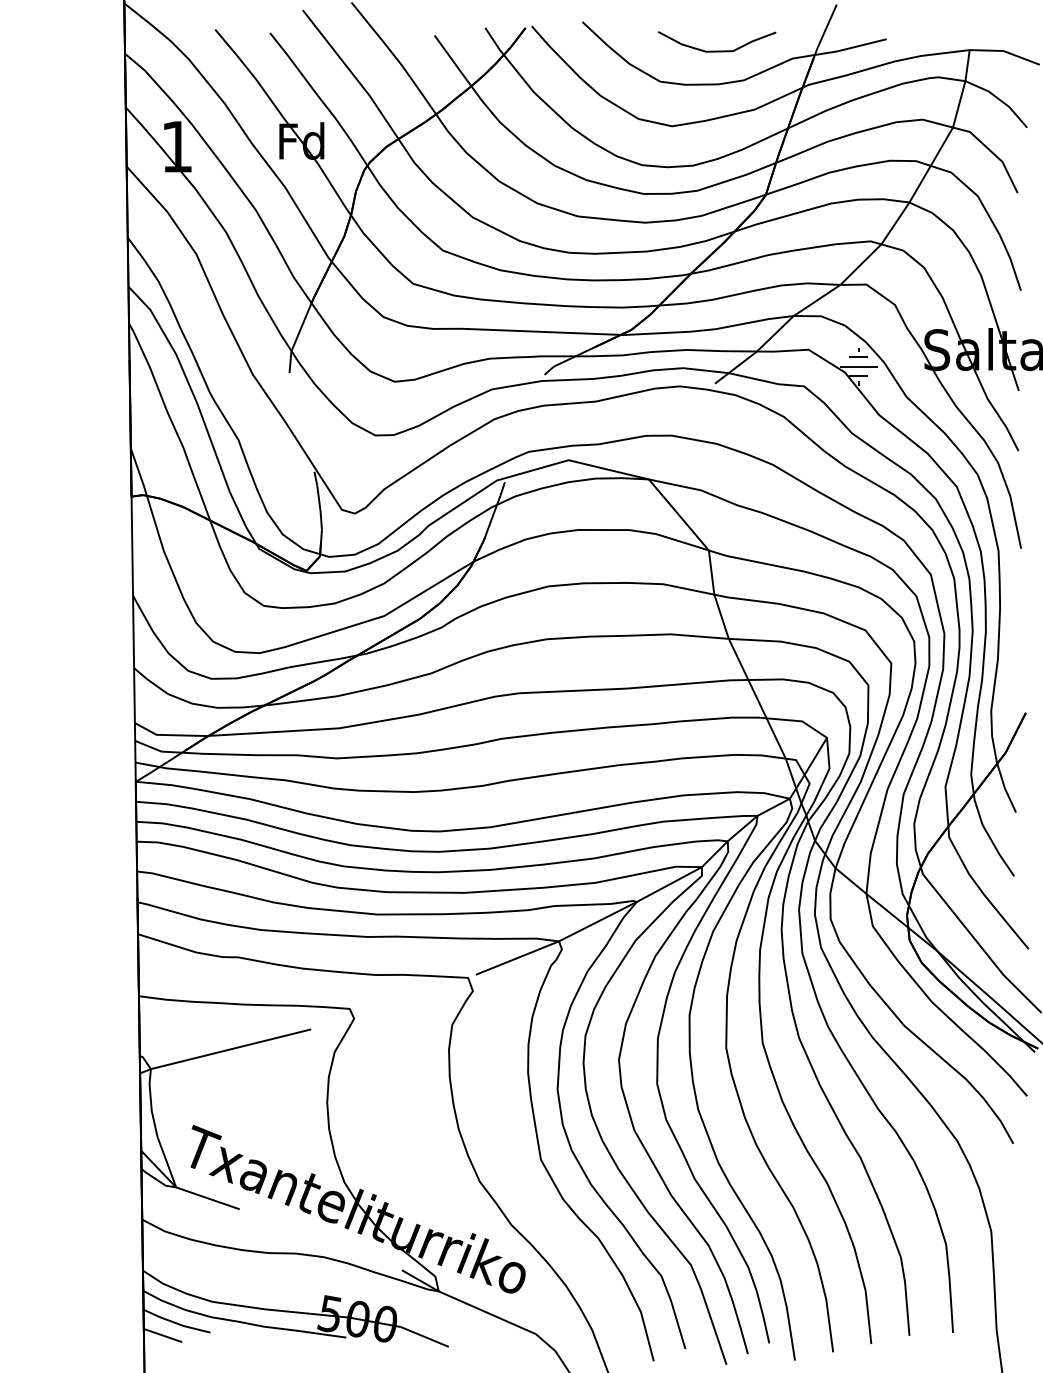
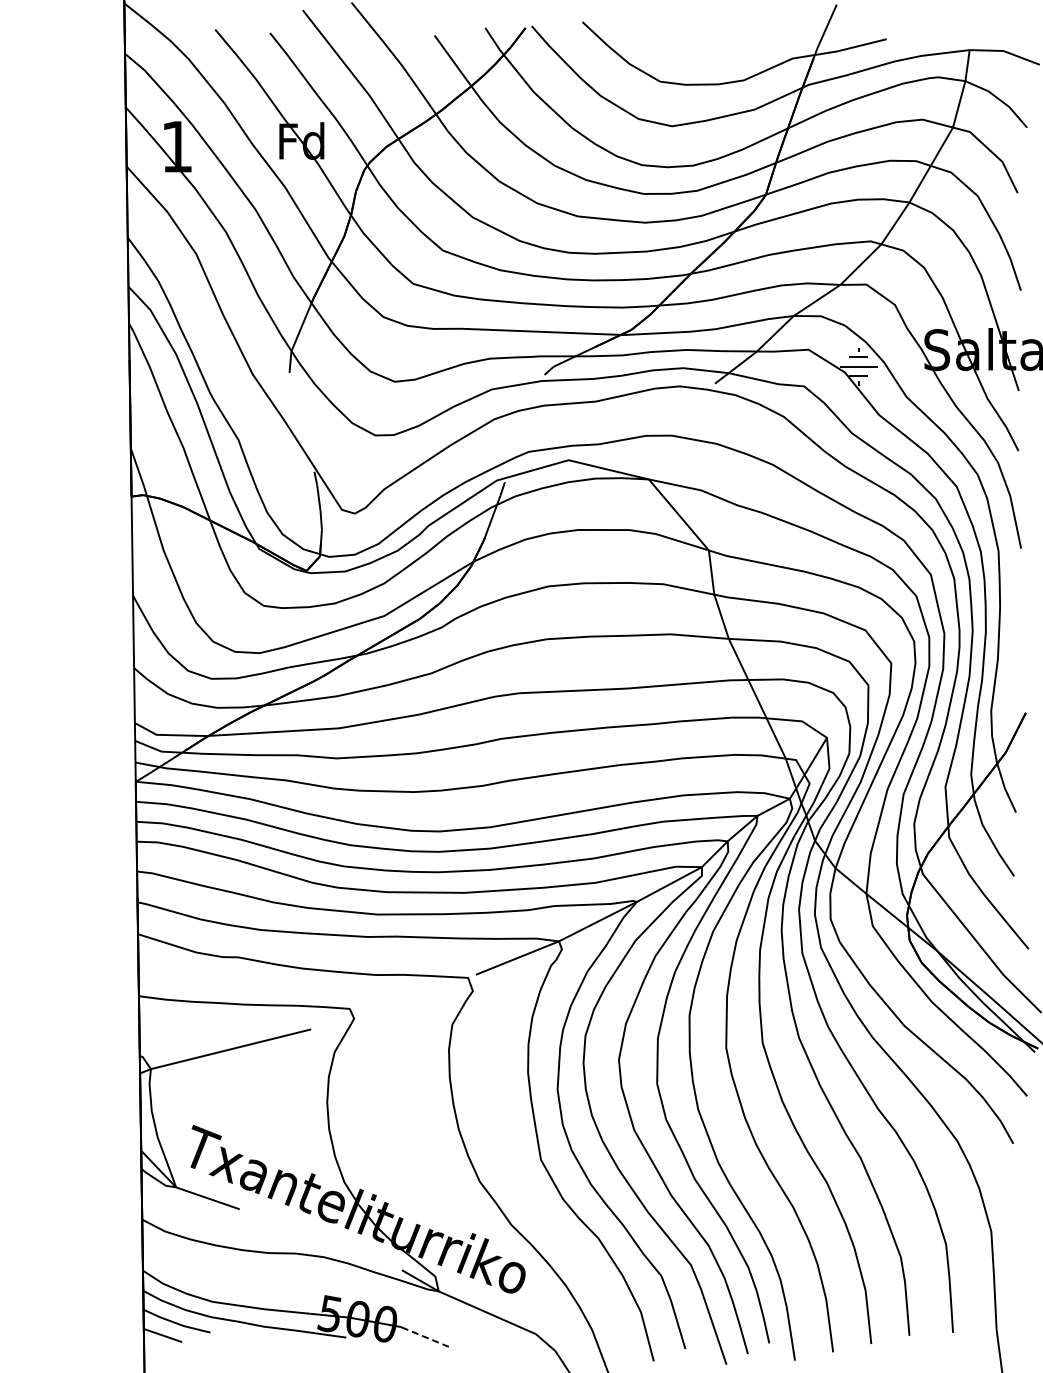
curve at (717, 50): present -> none
line at (427, 1338): solid -> dashed
